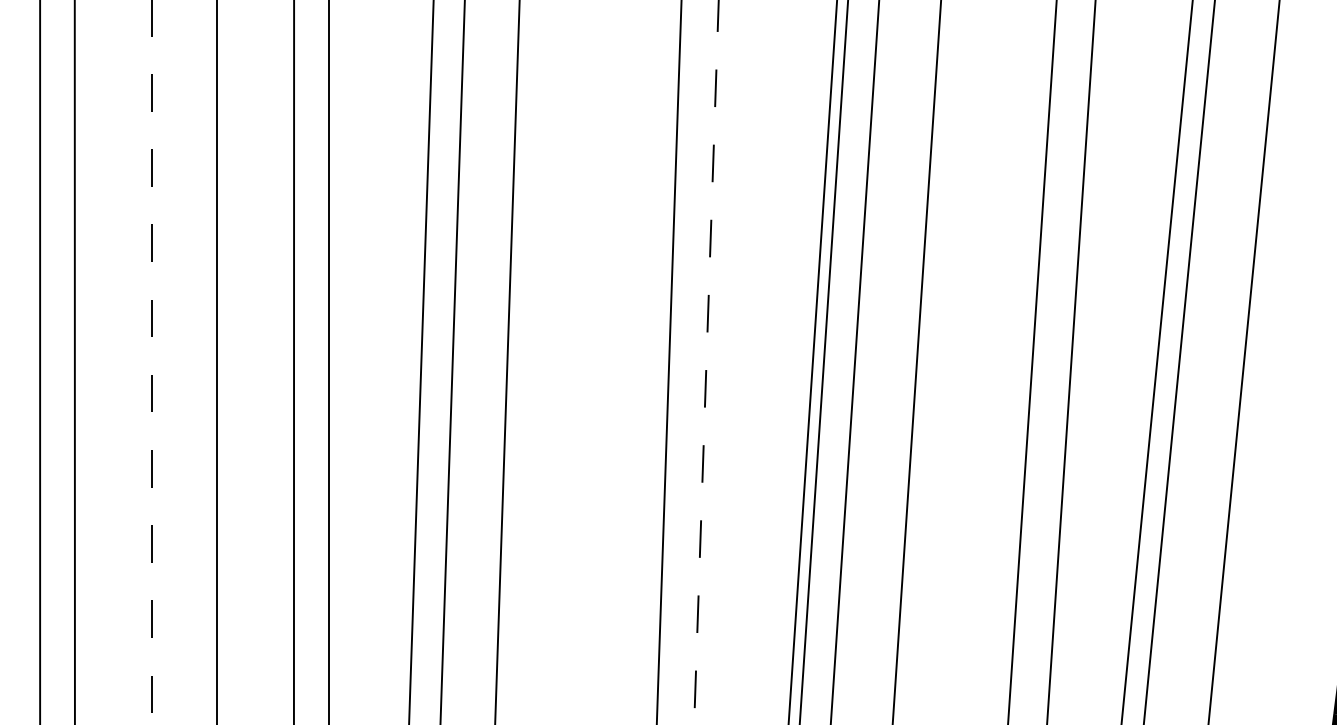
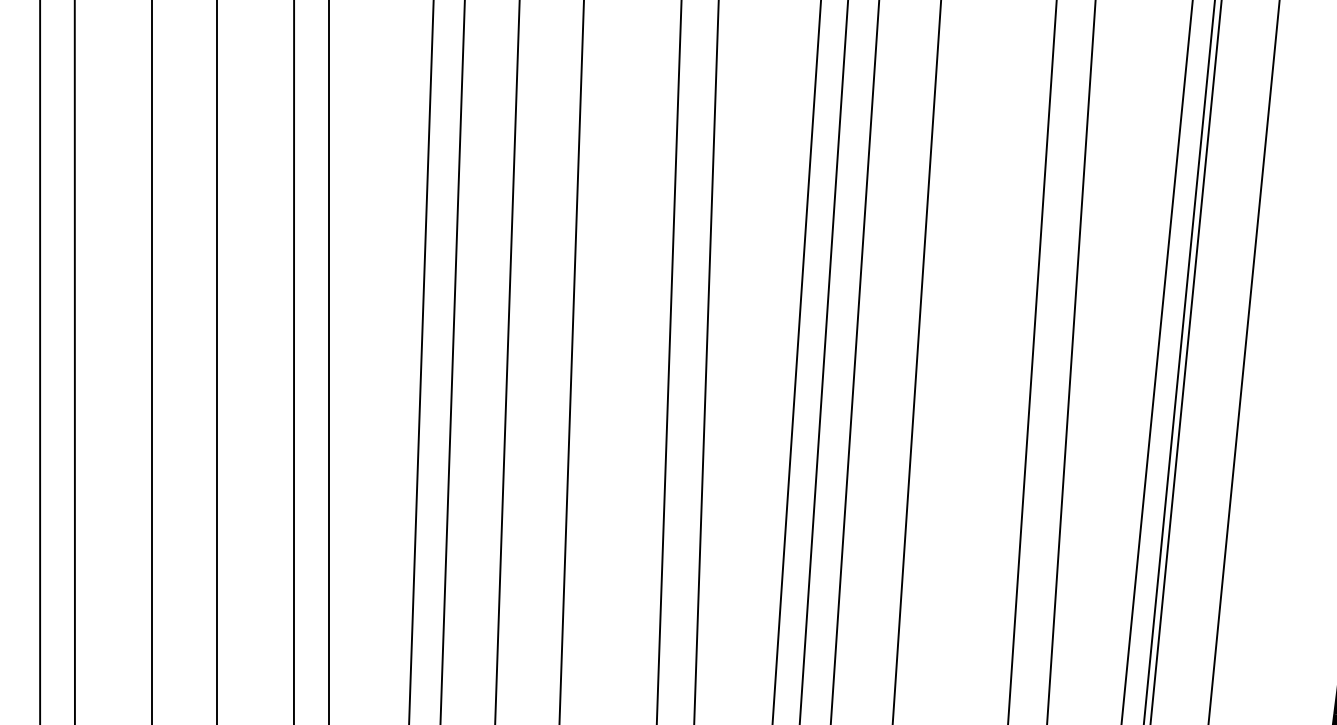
line at (571, 361): none -> present
line at (812, 361) position: (812, 361) -> (796, 361)
line at (1185, 361): none -> present
line at (151, 362): dashed -> solid
line at (706, 363): dashed -> solid
